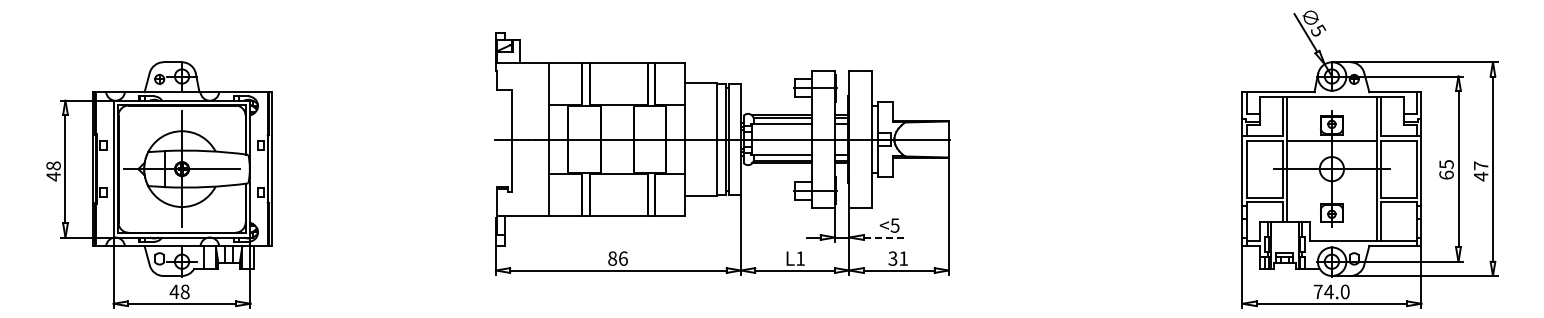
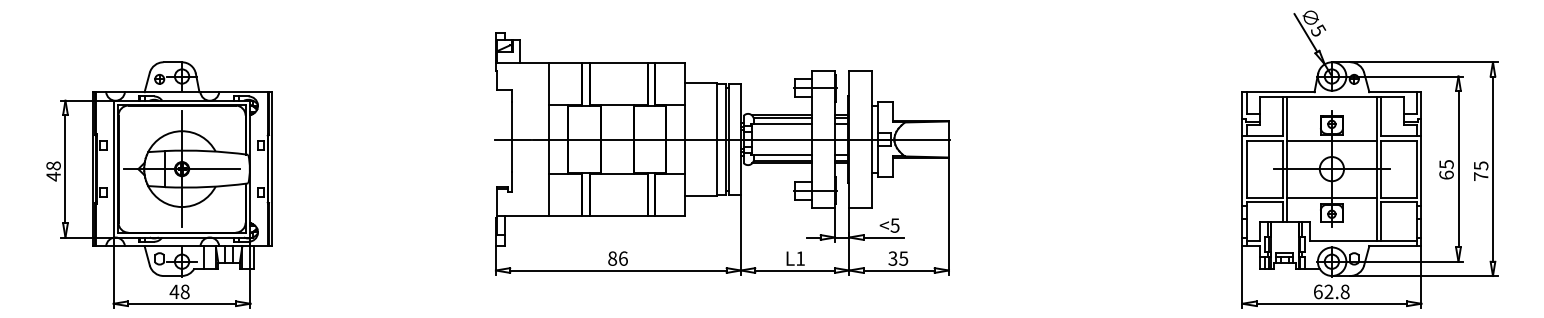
text at (1481, 171): 47 -> 75
line at (1331, 197): none -> present
line at (884, 237): dashed -> solid
text at (903, 258): 31 -> 35
text at (1331, 291): 74.0 -> 62.8
